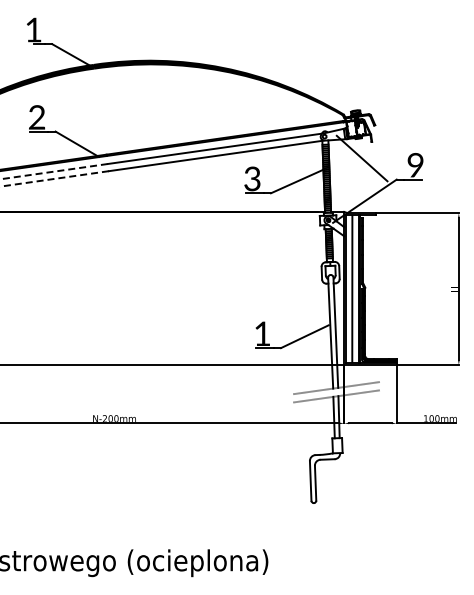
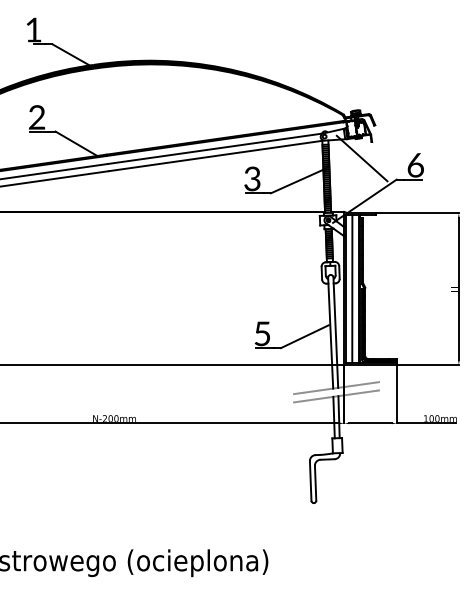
text at (415, 165): 9 -> 6
line at (53, 171): dashed -> solid
line at (54, 178): dashed -> solid
text at (261, 333): 1 -> 5
